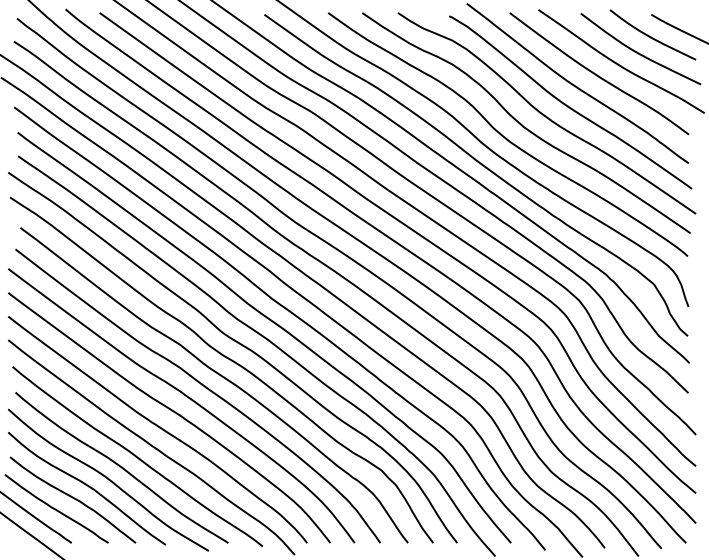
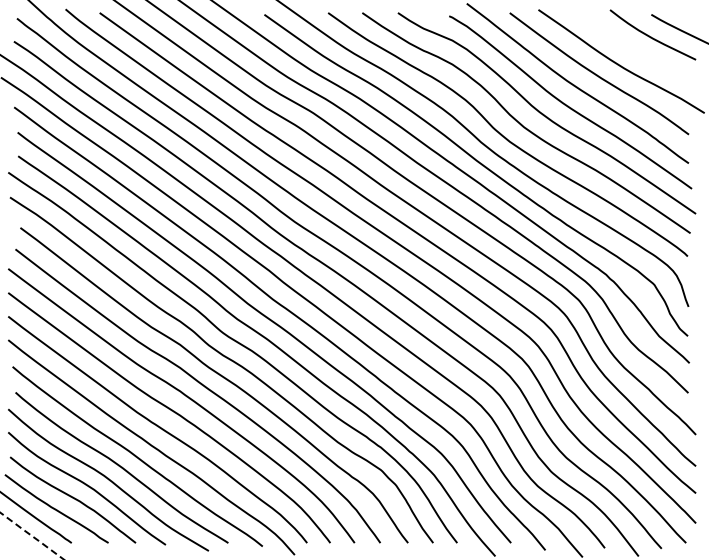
curve at (637, 51): present -> none
line at (31, 535): solid -> dashed
